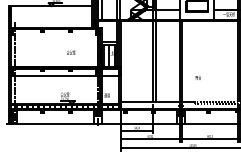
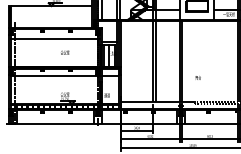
line at (55, 39): none -> present
text at (71, 52) position: (71, 52) -> (65, 52)
